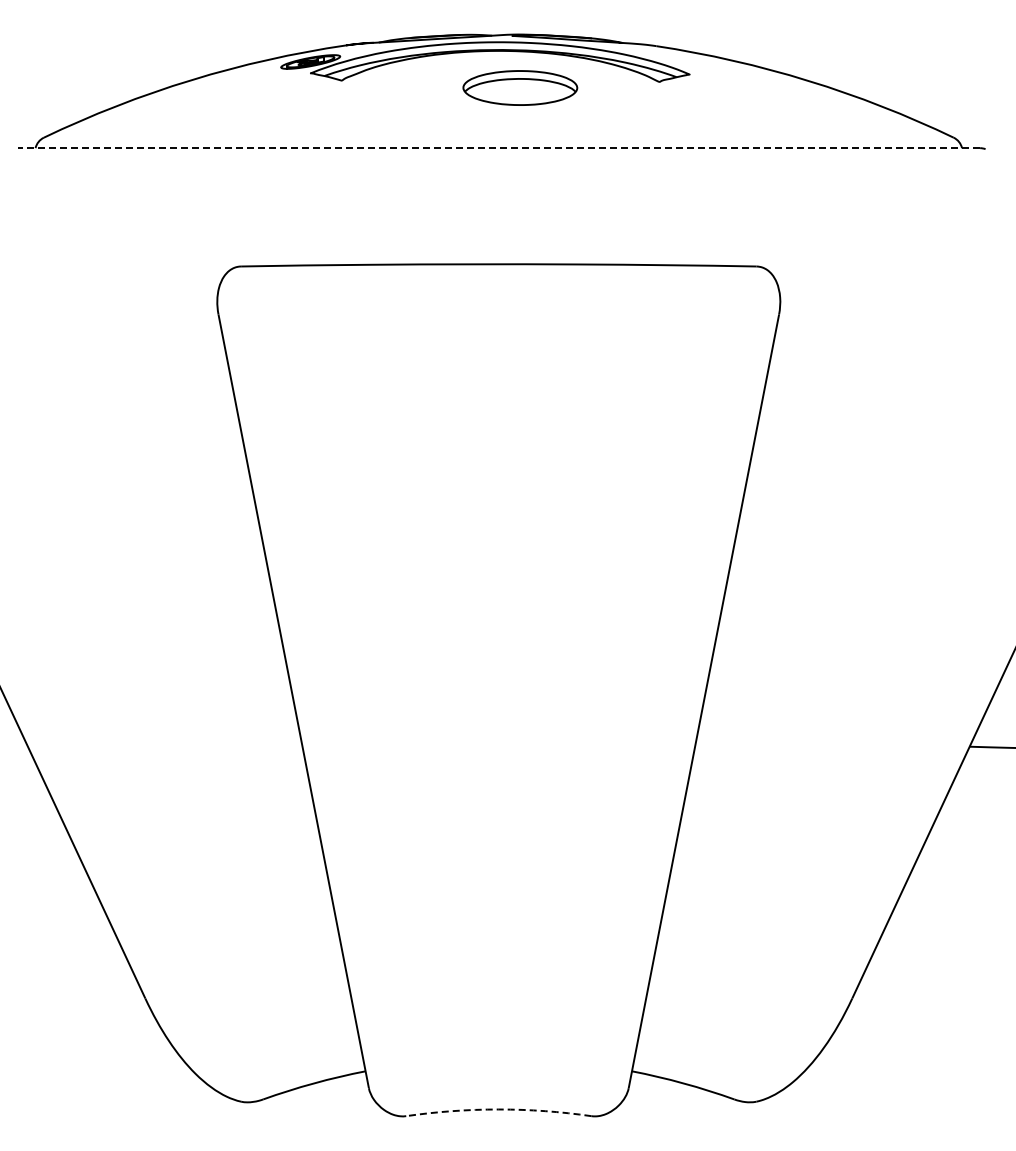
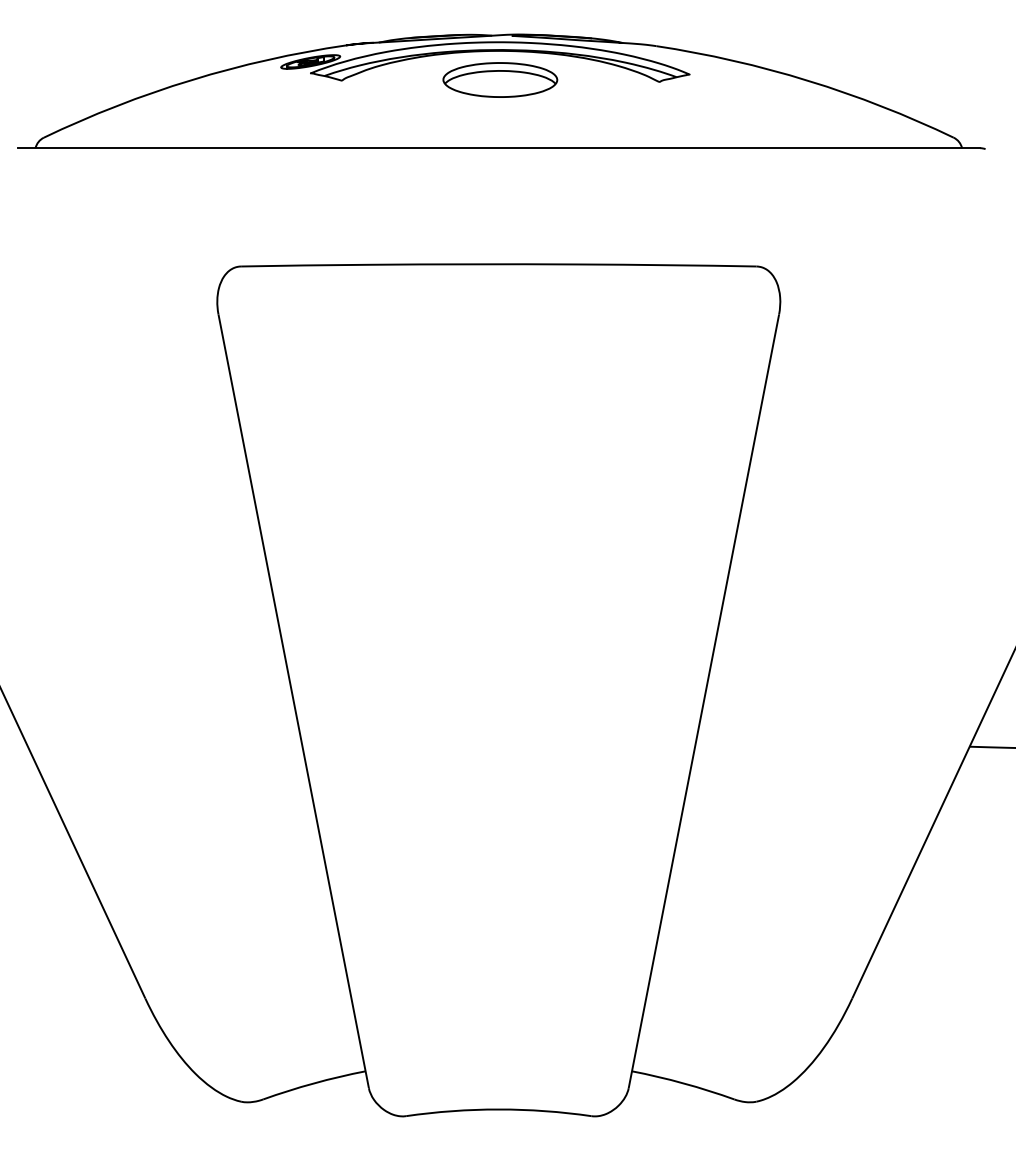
part at (520, 87) position: (520, 87) -> (500, 79)
line at (498, 148): dashed -> solid
arc at (498, 1109): dashed -> solid
